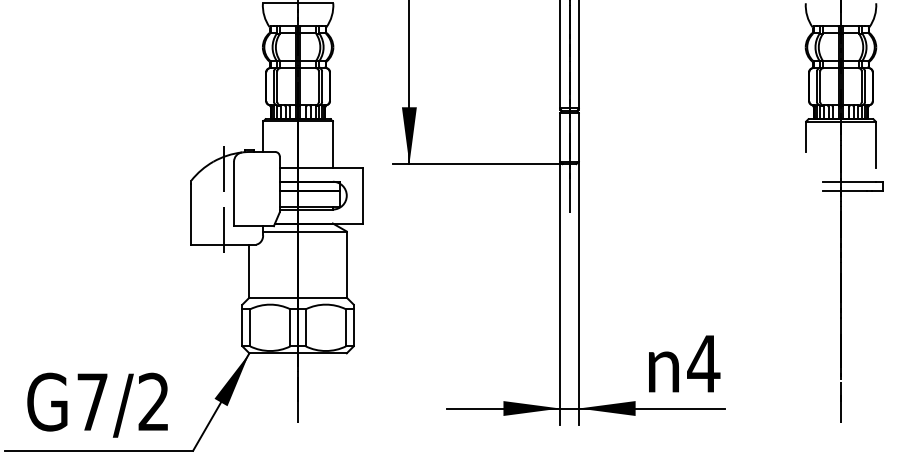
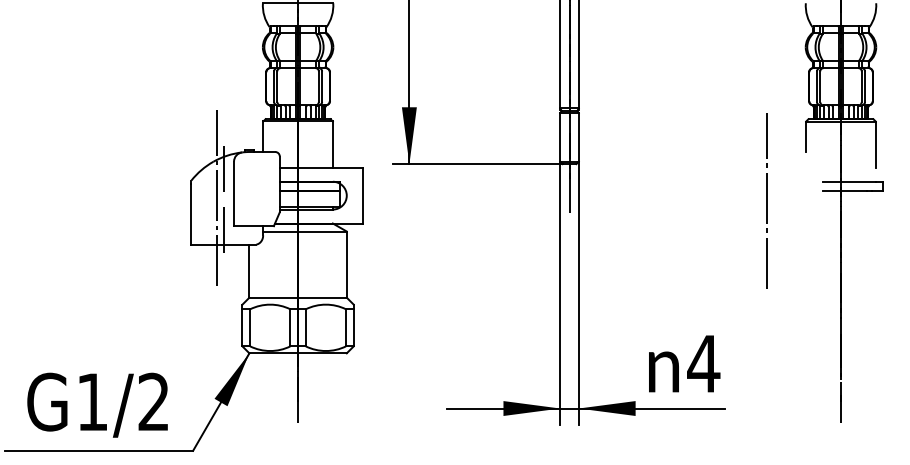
line at (216, 197): none -> present
line at (766, 200): none -> present
text at (92, 401): G7/2 -> G1/2
